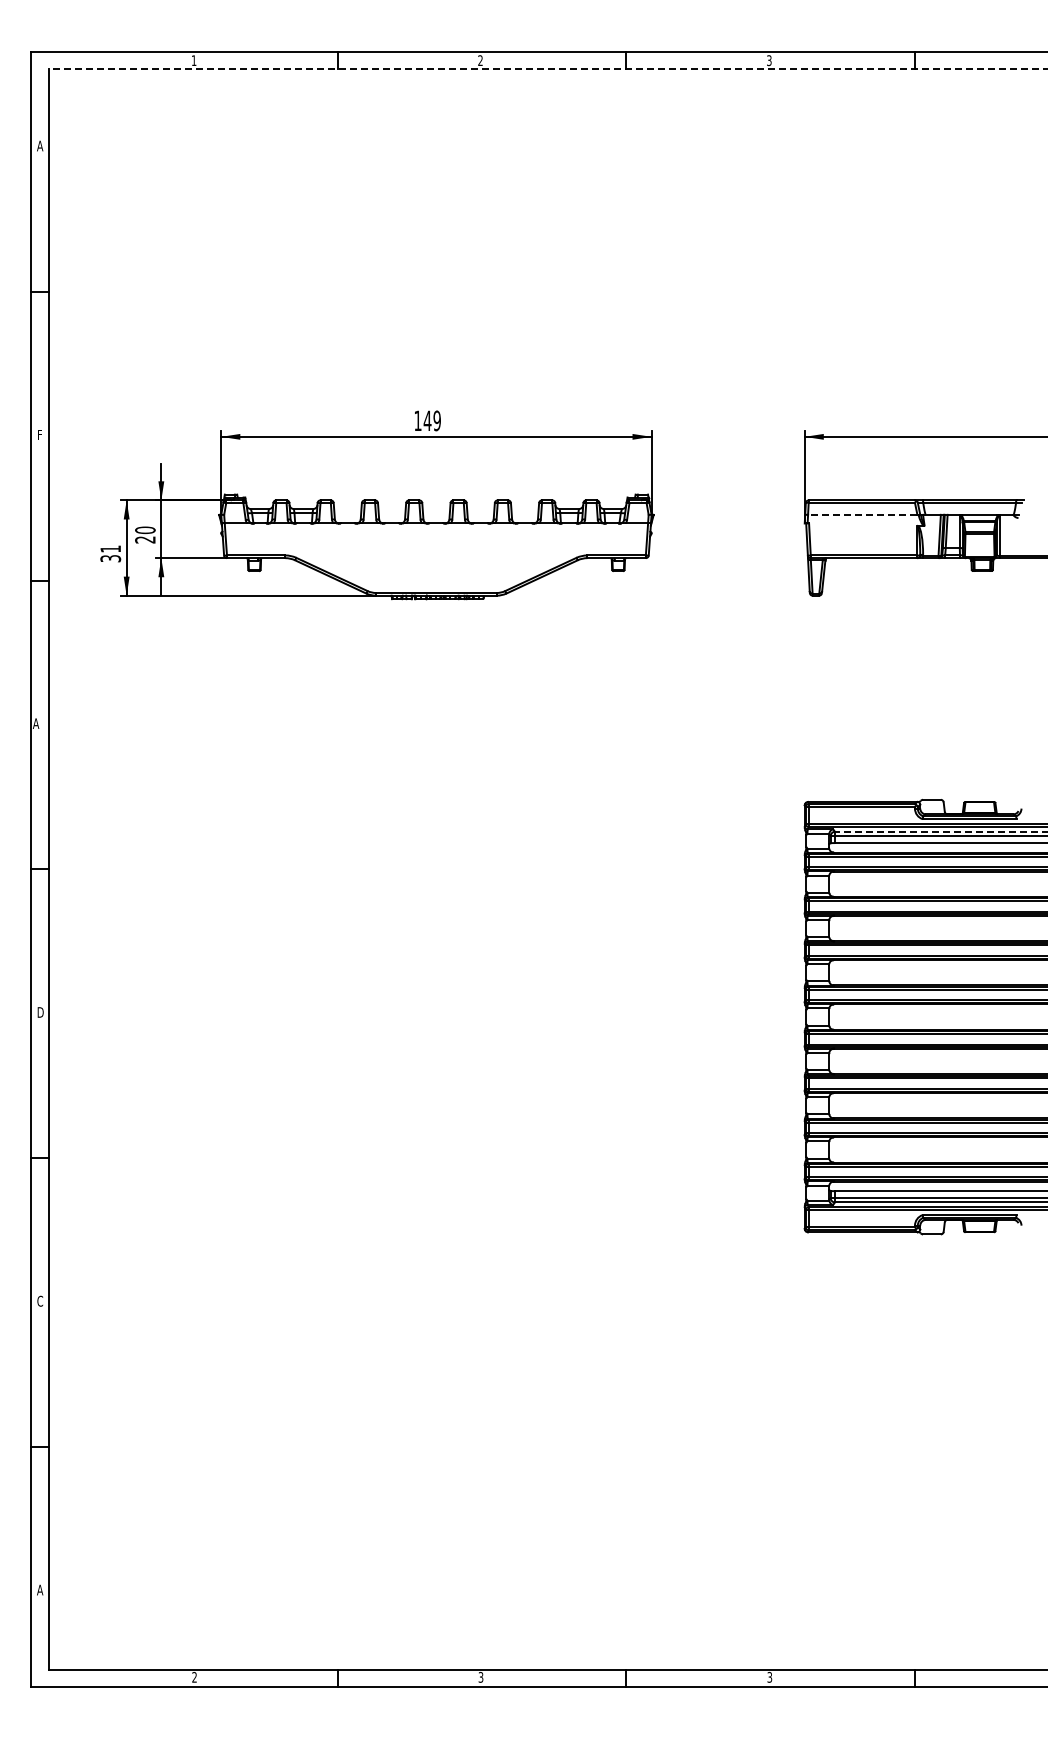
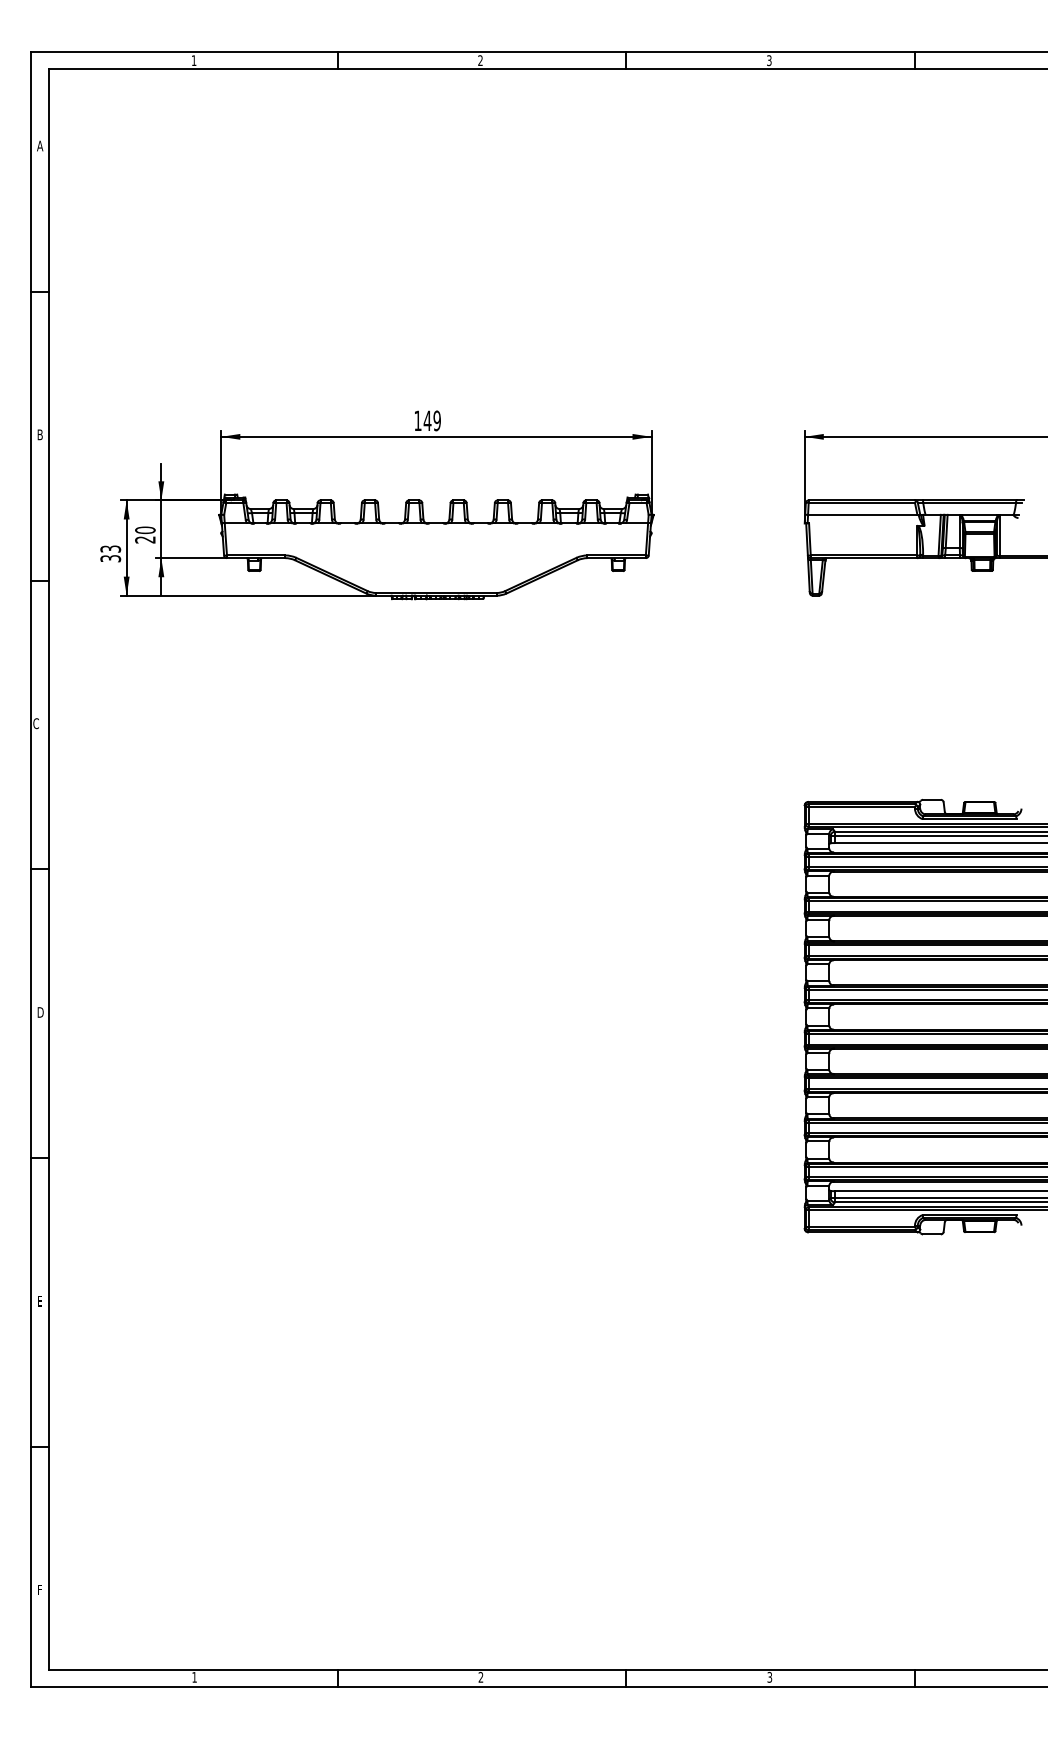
line at (547, 69): dashed -> solid
text at (39, 434): F -> B
line at (862, 514): dashed -> solid
text at (110, 548): 31 -> 33
text at (36, 723): A -> C
line at (940, 831): dashed -> solid
text at (40, 1300): C -> E
text at (40, 1589): A -> F
text at (194, 1677): 2 -> 1
text at (480, 1677): 3 -> 2
